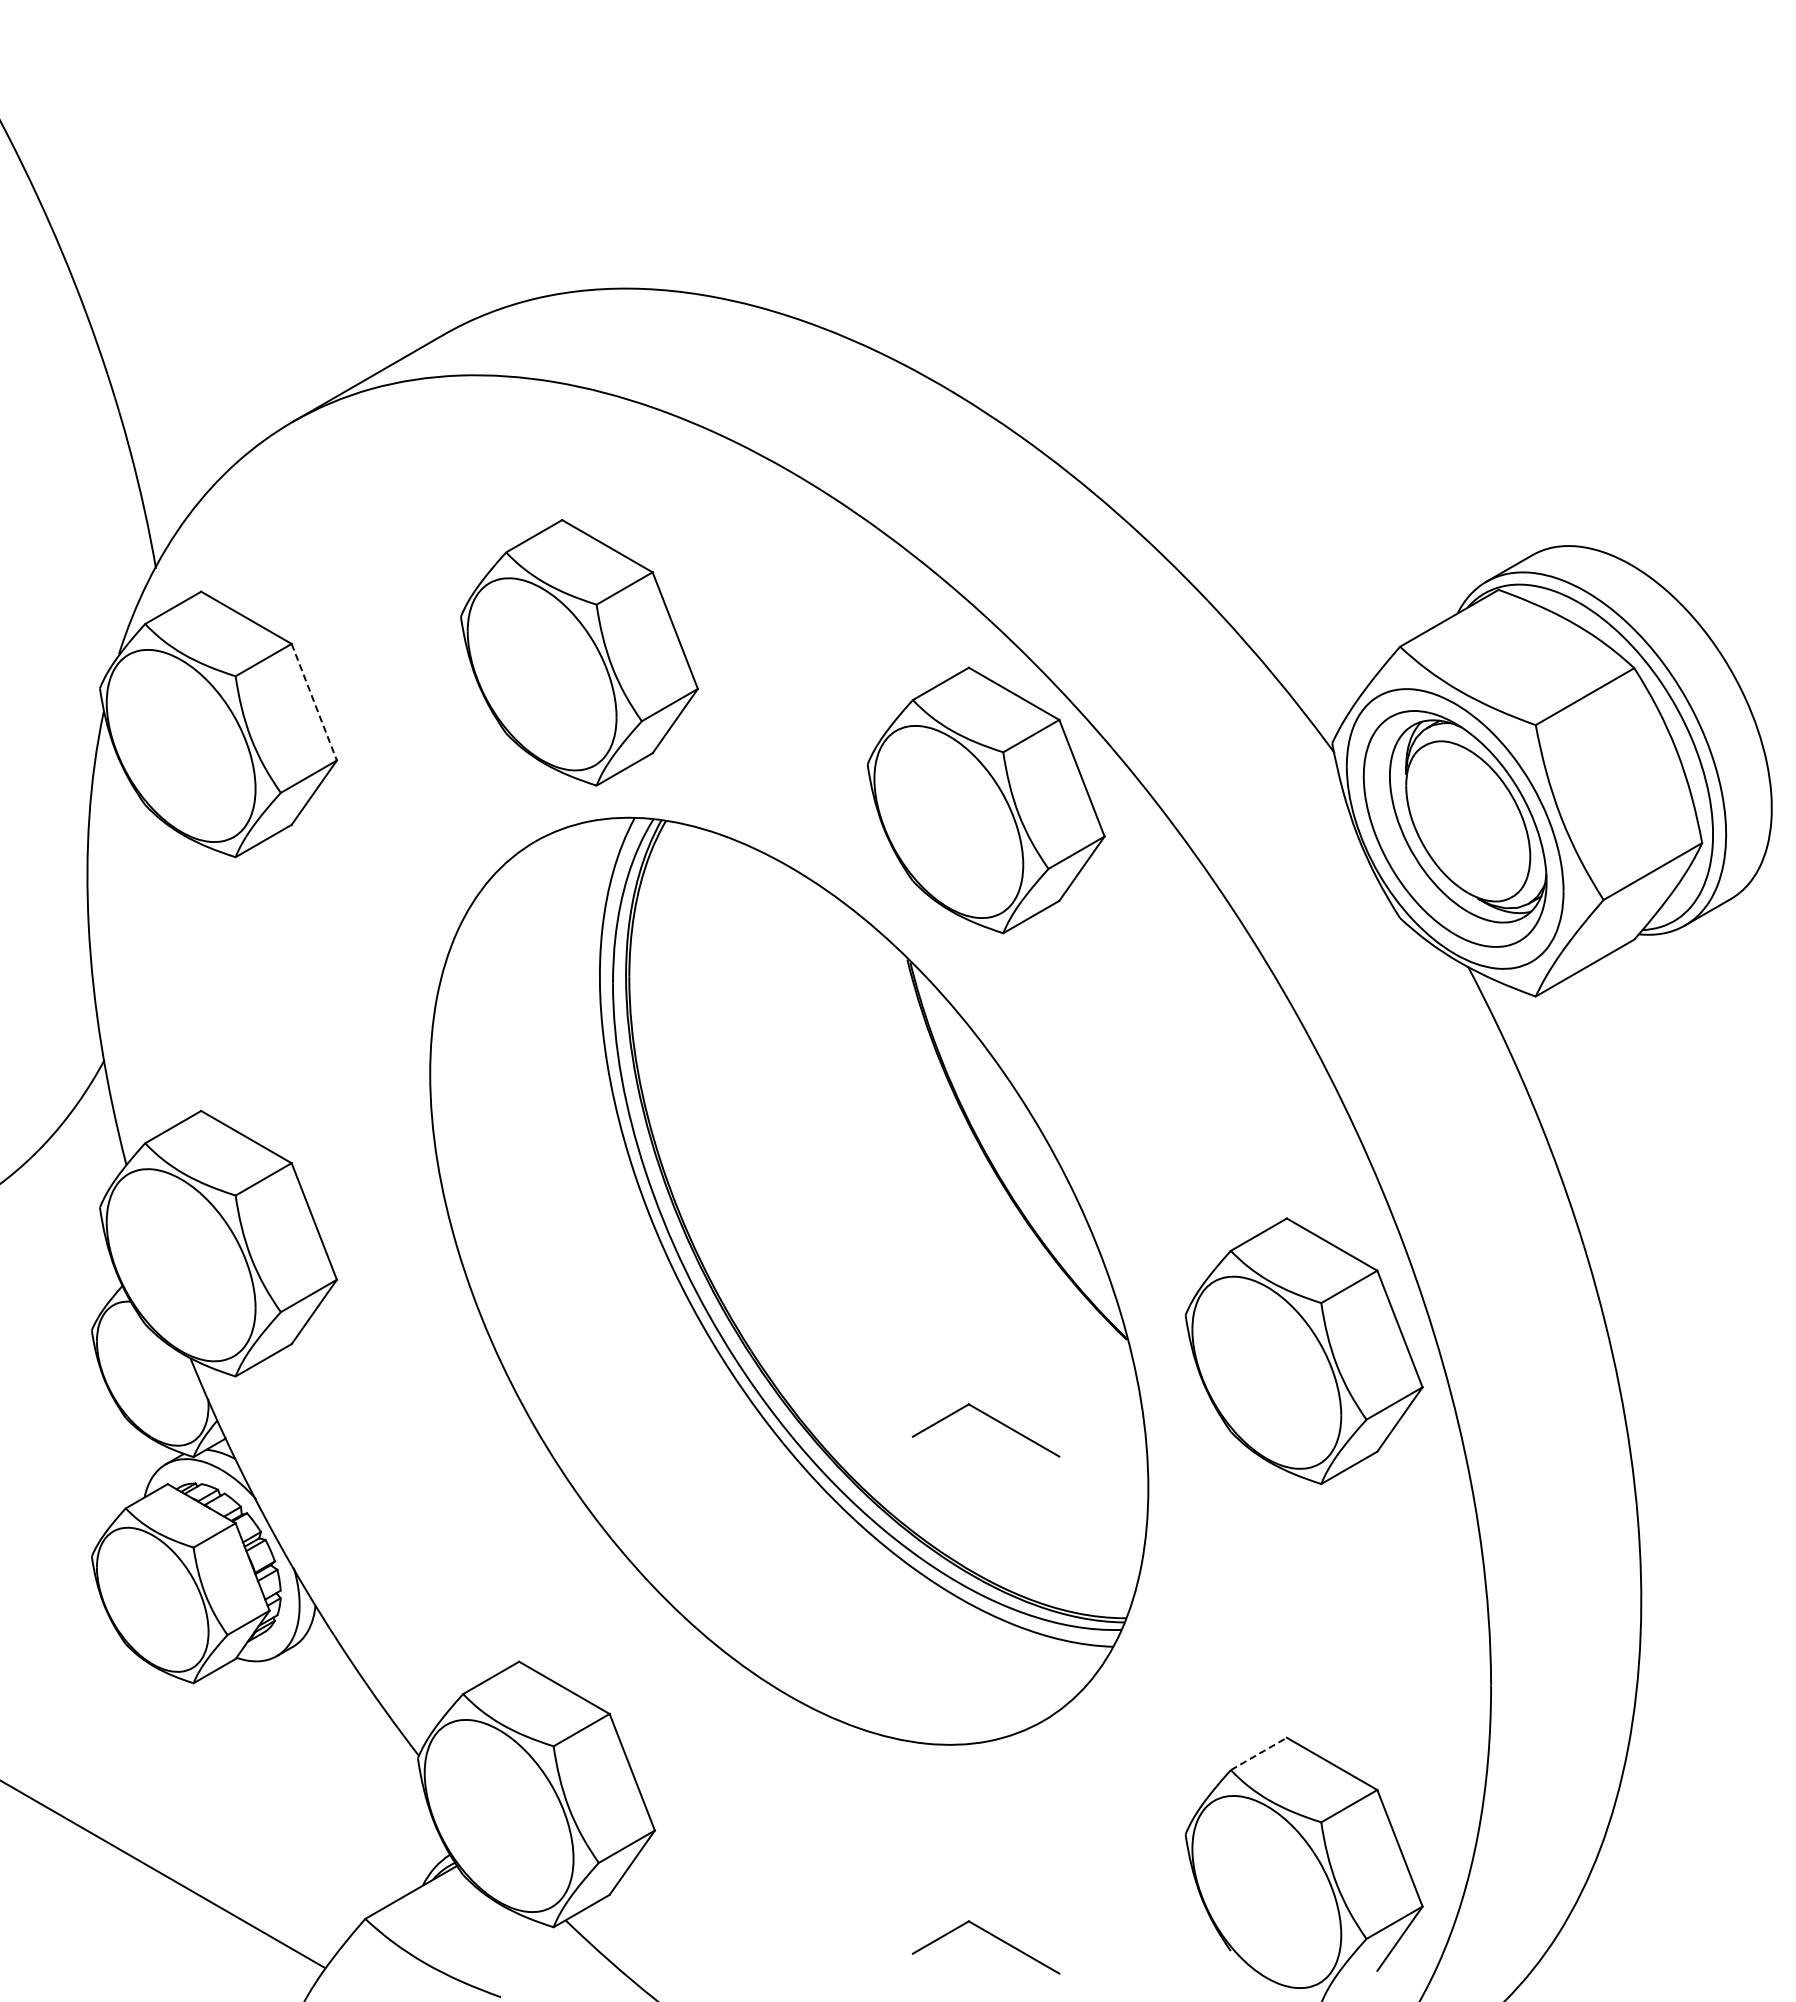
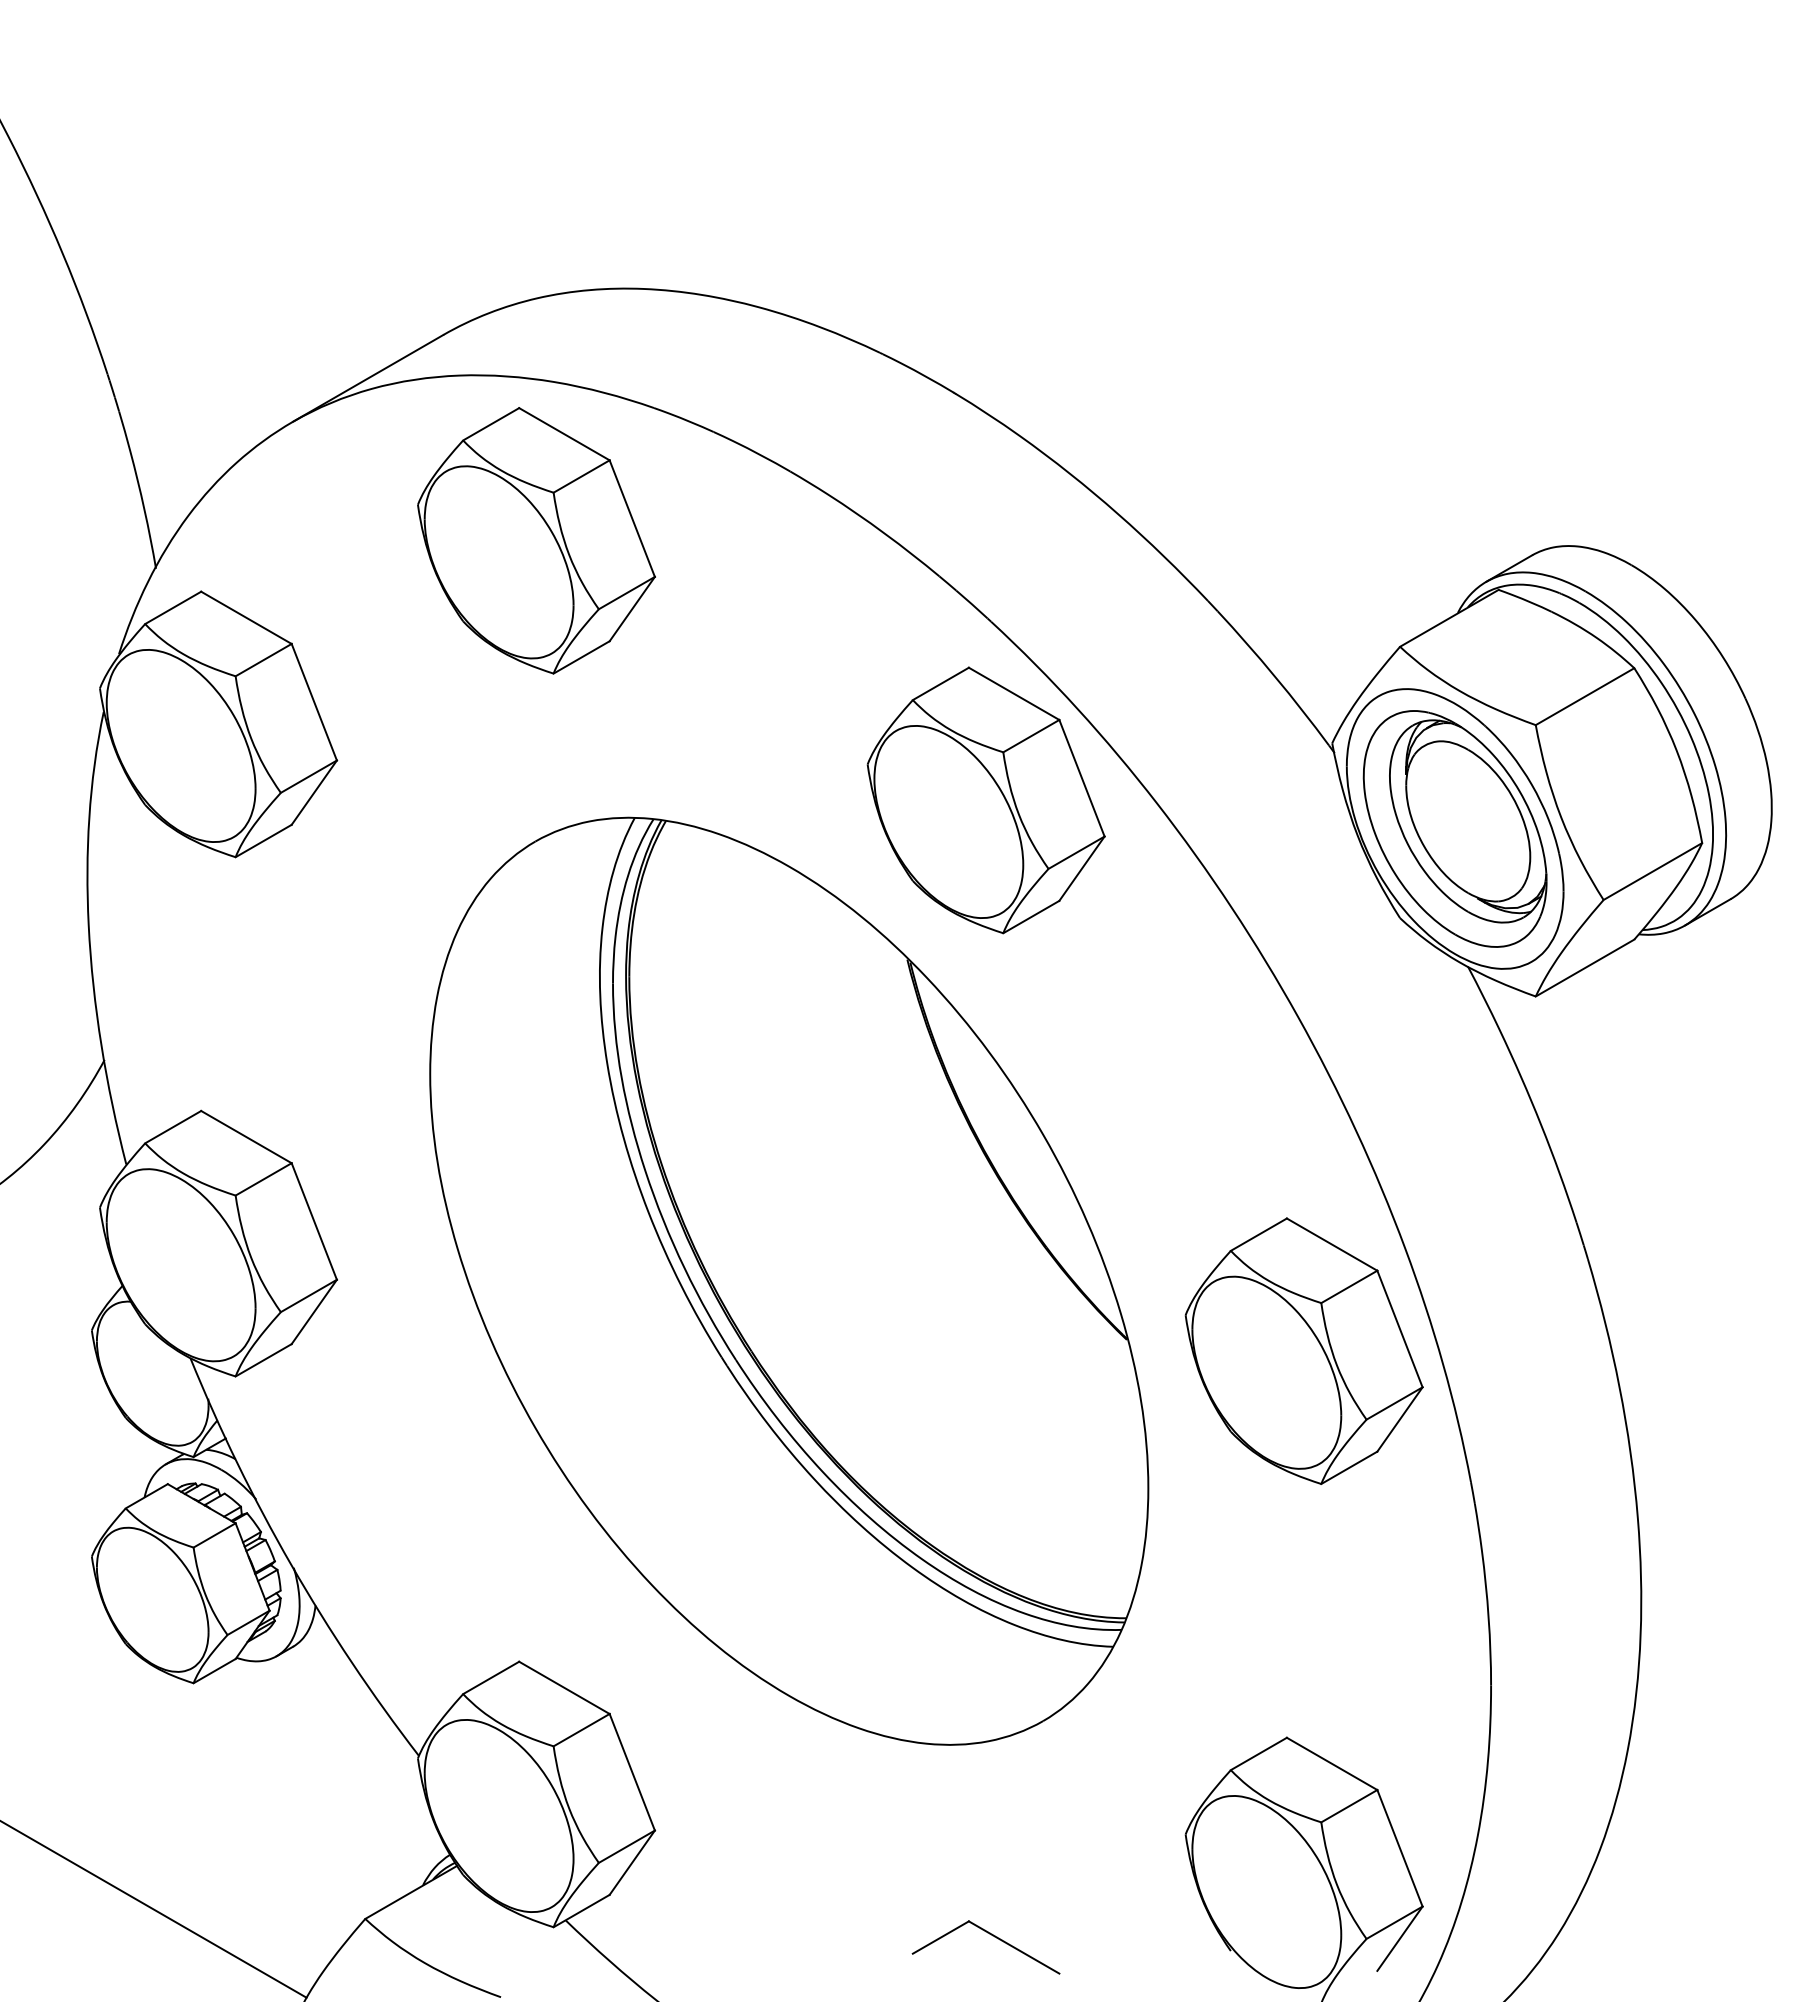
part at (579, 652) position: (579, 652) -> (536, 540)
line at (314, 702): dashed -> solid
part at (992, 1419): present -> none
line at (1259, 1753): dashed -> solid
line at (163, 1874) position: (163, 1874) -> (154, 1909)
